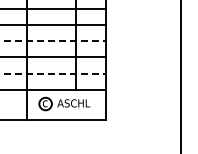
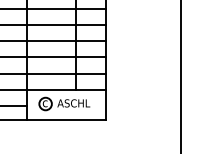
line at (53, 41): dashed -> solid
line at (53, 73): dashed -> solid
line at (14, 105): none -> present
